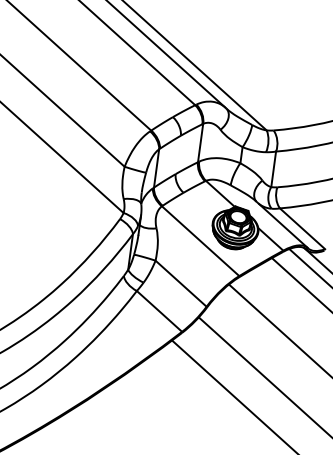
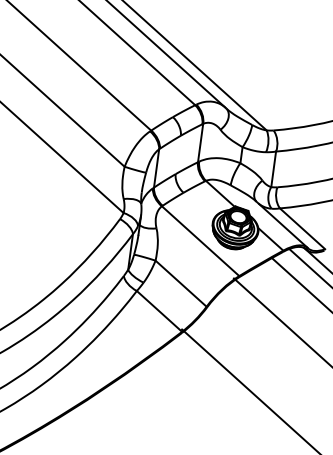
line at (278, 329) position: (278, 329) -> (281, 321)
line at (263, 376): present -> none
line at (233, 395) position: (233, 395) -> (249, 390)
